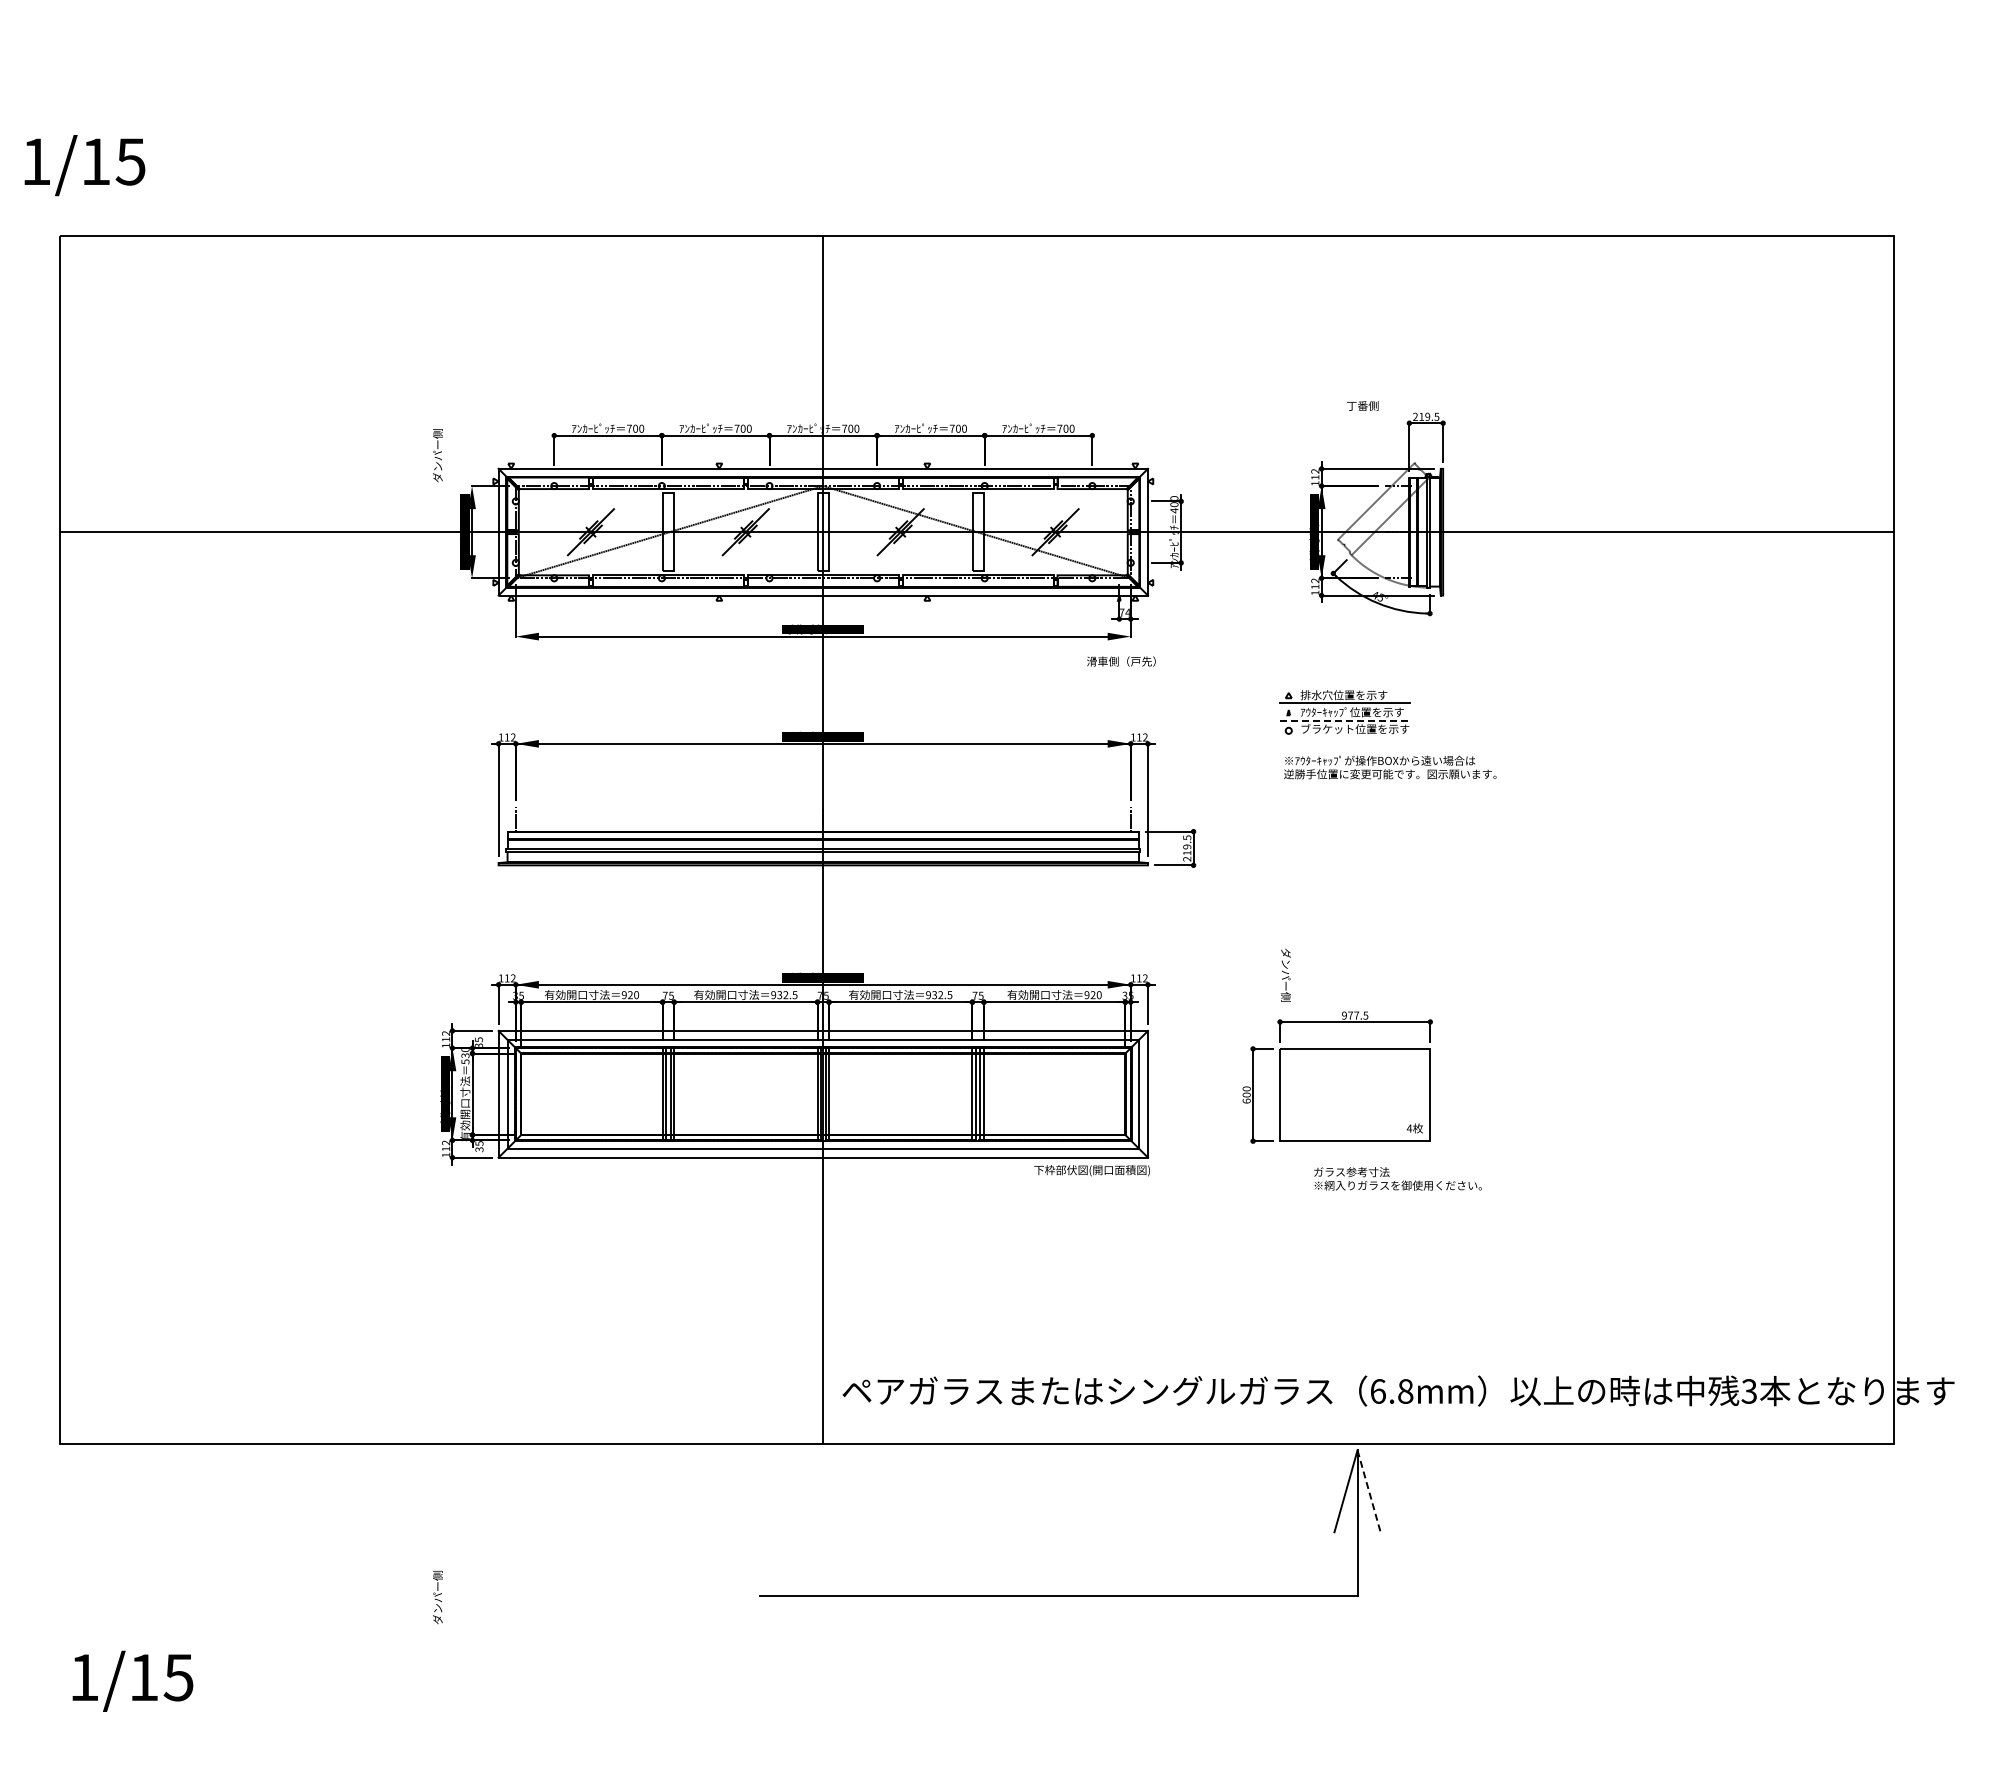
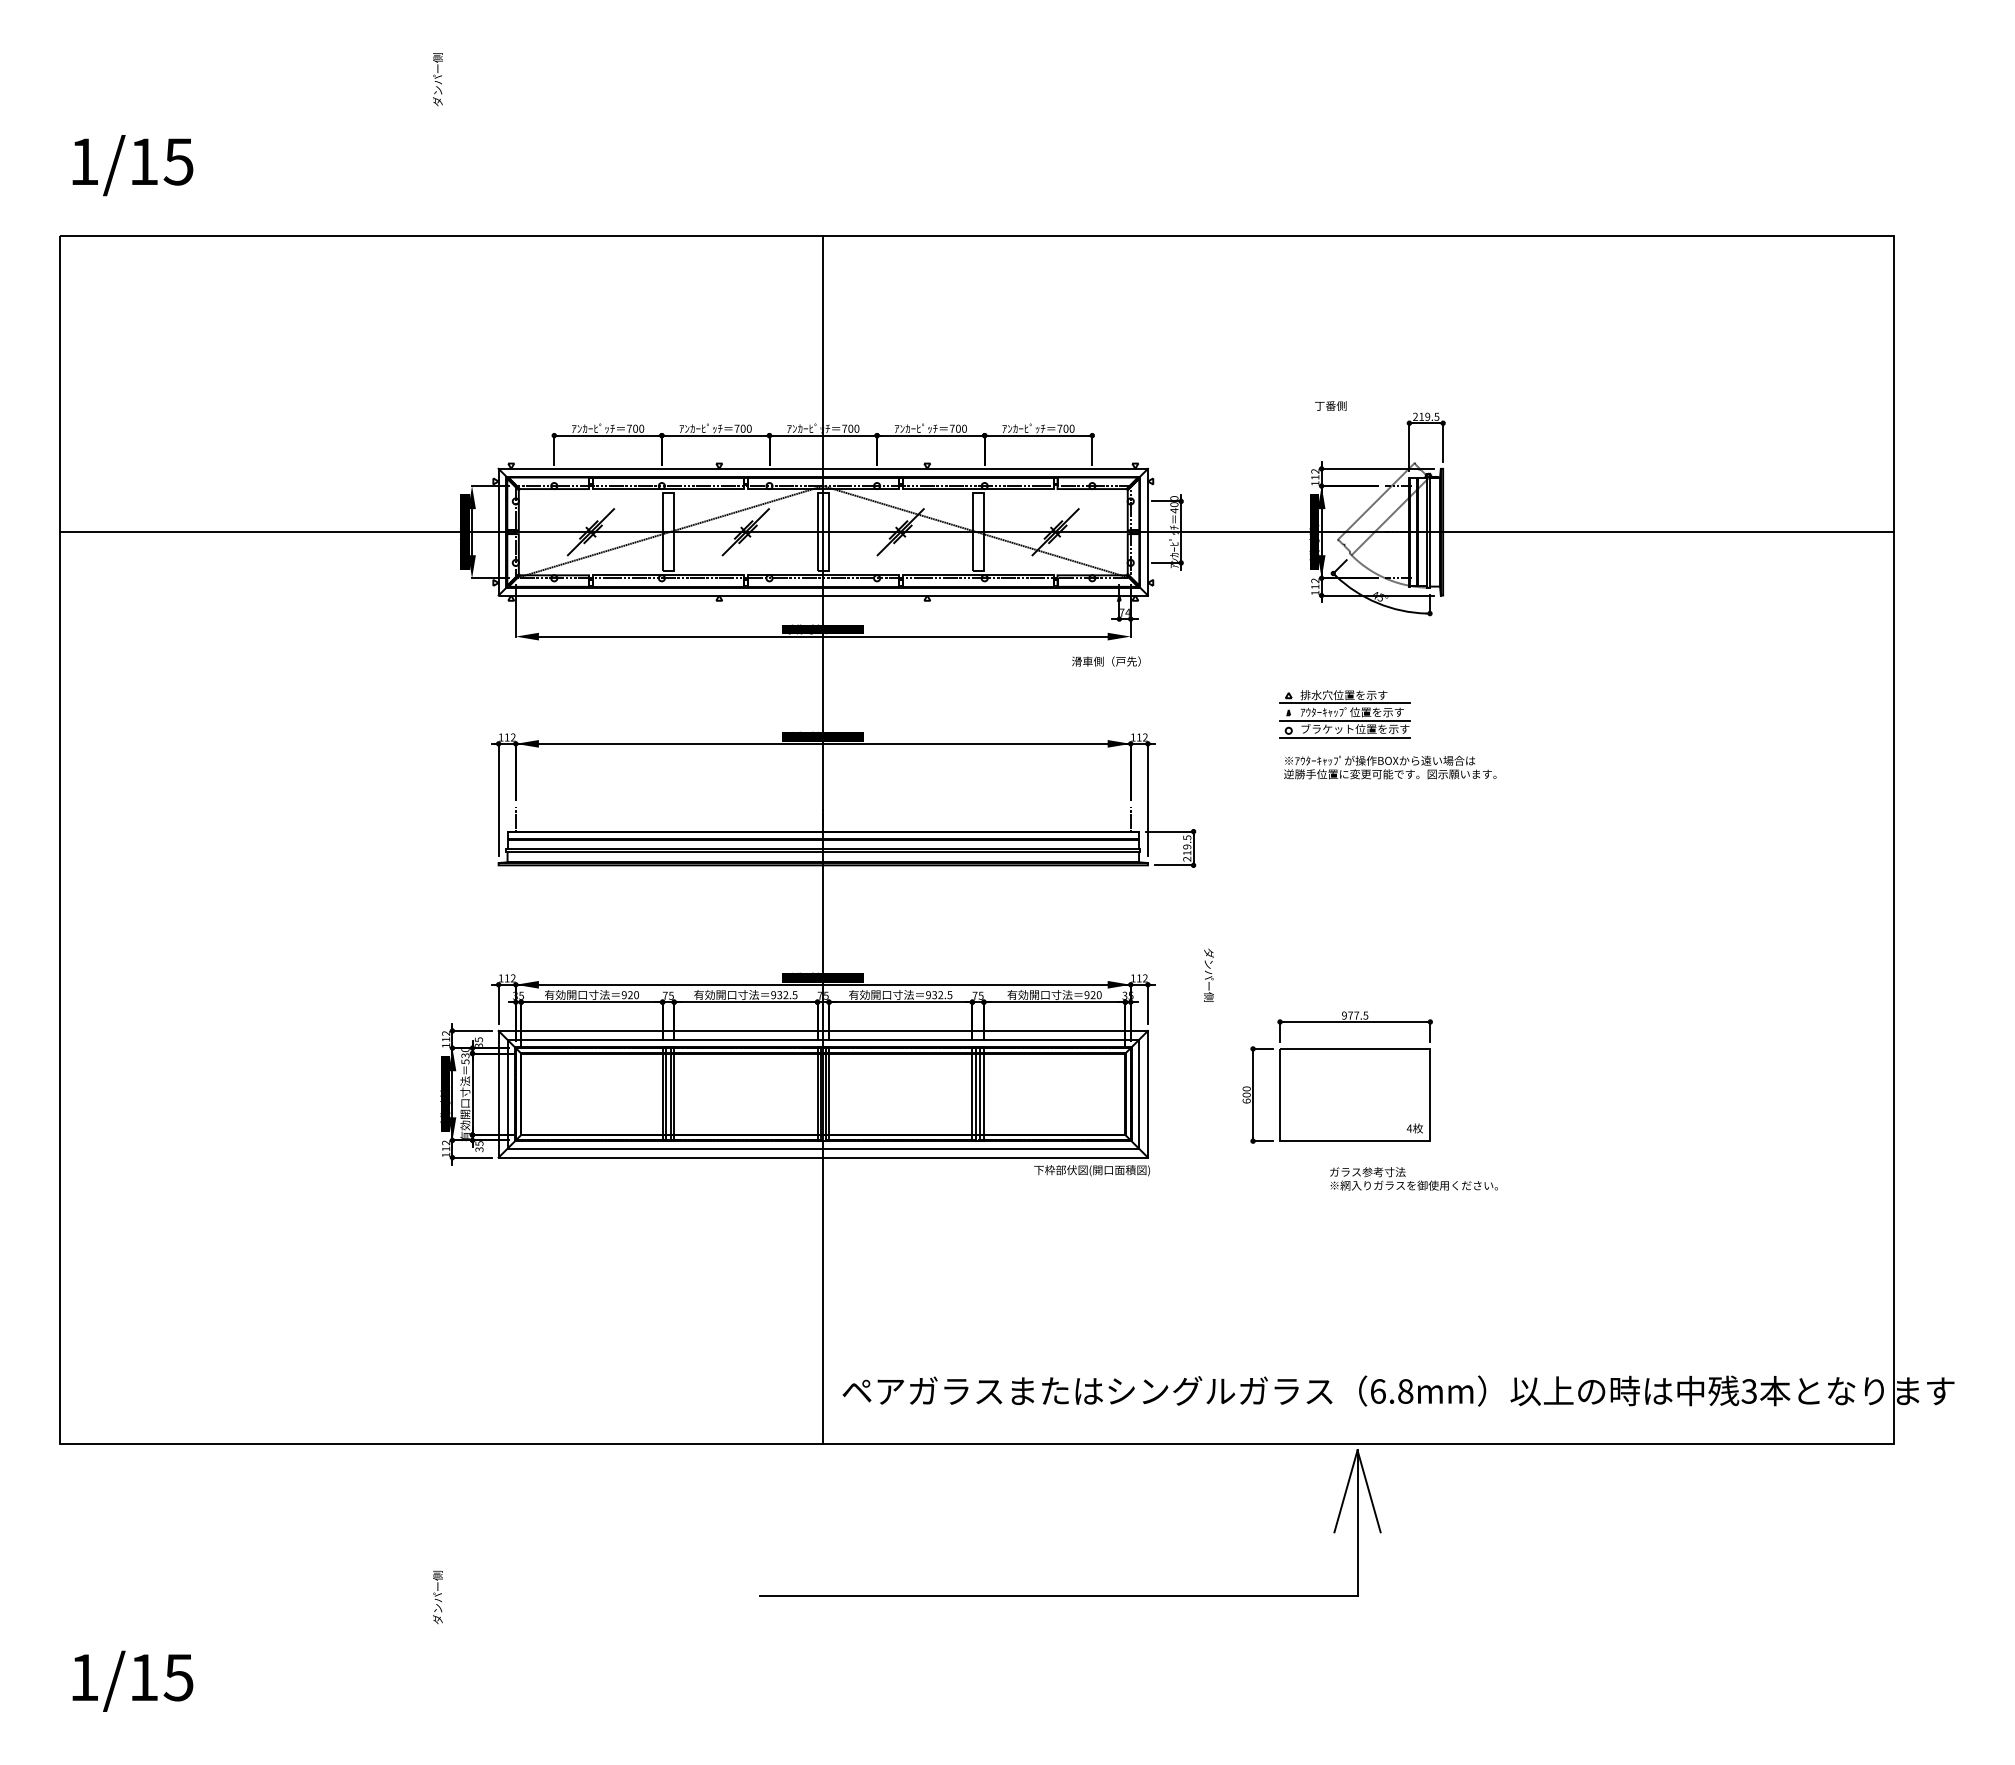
text at (84, 165) position: (84, 165) -> (132, 165)
text at (1362, 405) position: (1362, 405) -> (1330, 405)
text at (437, 455) position: (437, 455) -> (437, 79)
text at (1121, 661) position: (1121, 661) -> (1106, 661)
line at (1345, 720): dashed -> solid
line at (1344, 737): none -> present
text at (1285, 974) position: (1285, 974) -> (1208, 974)
text at (1397, 1178) position: (1397, 1178) -> (1413, 1178)
line at (1369, 1491): dashed -> solid
